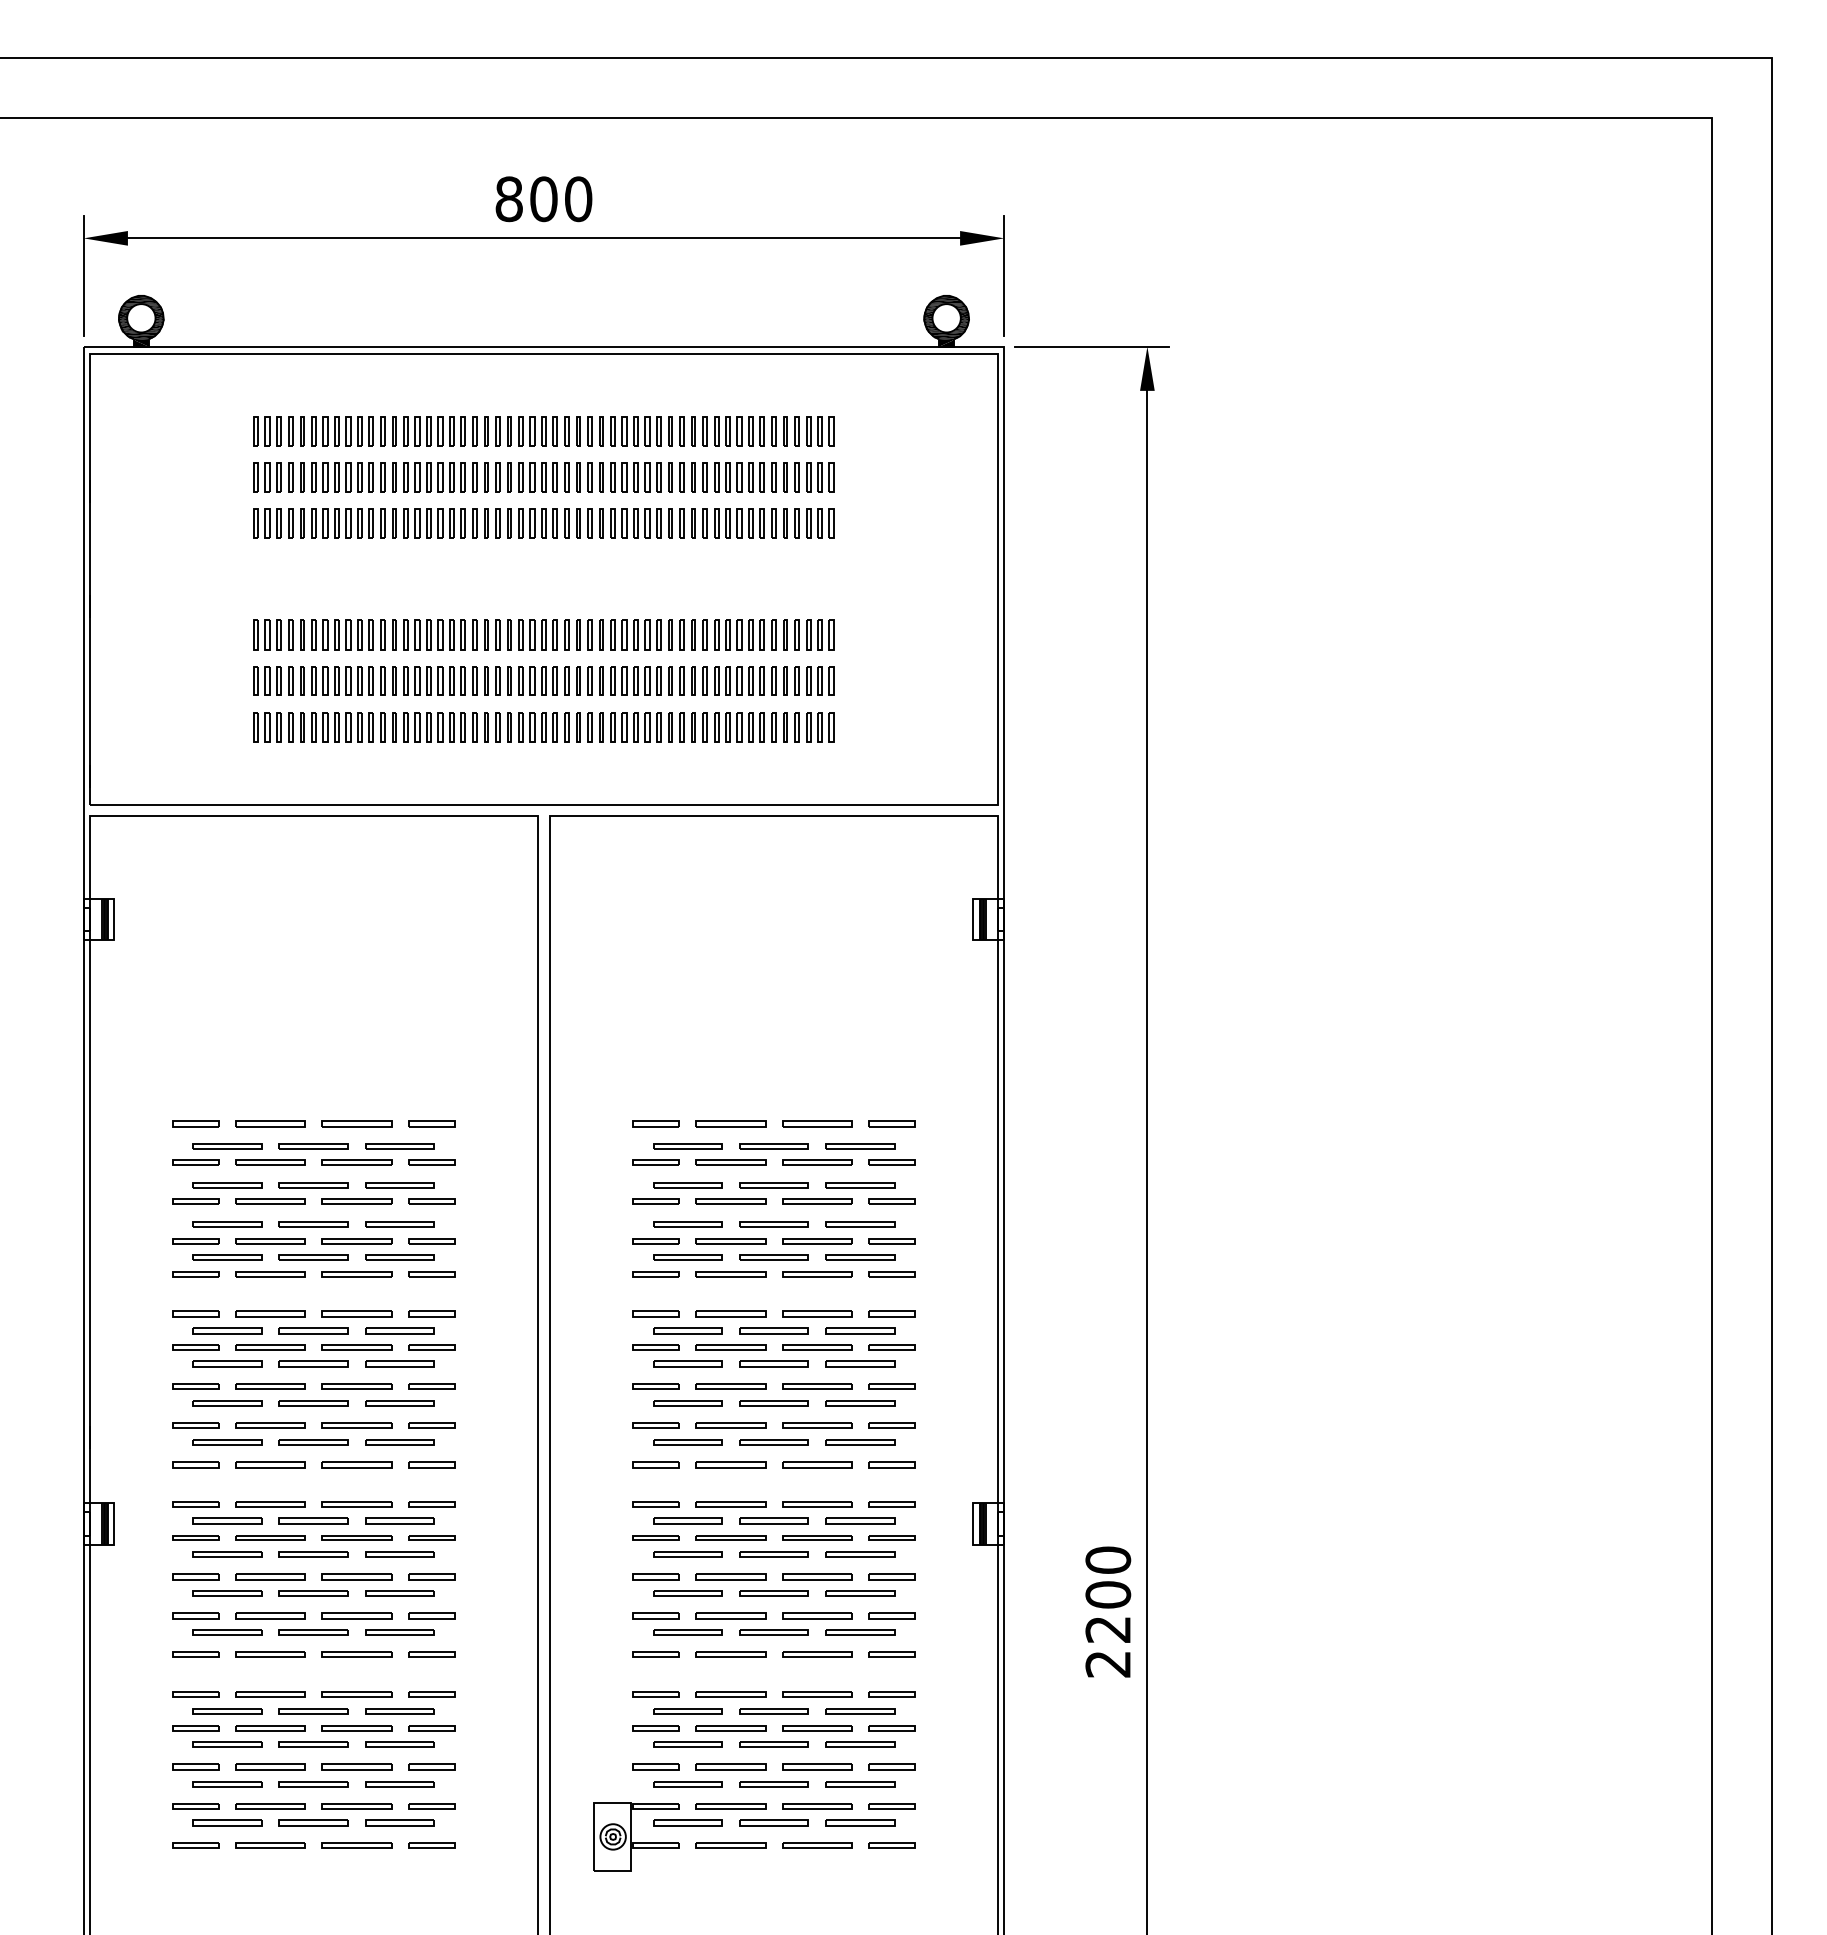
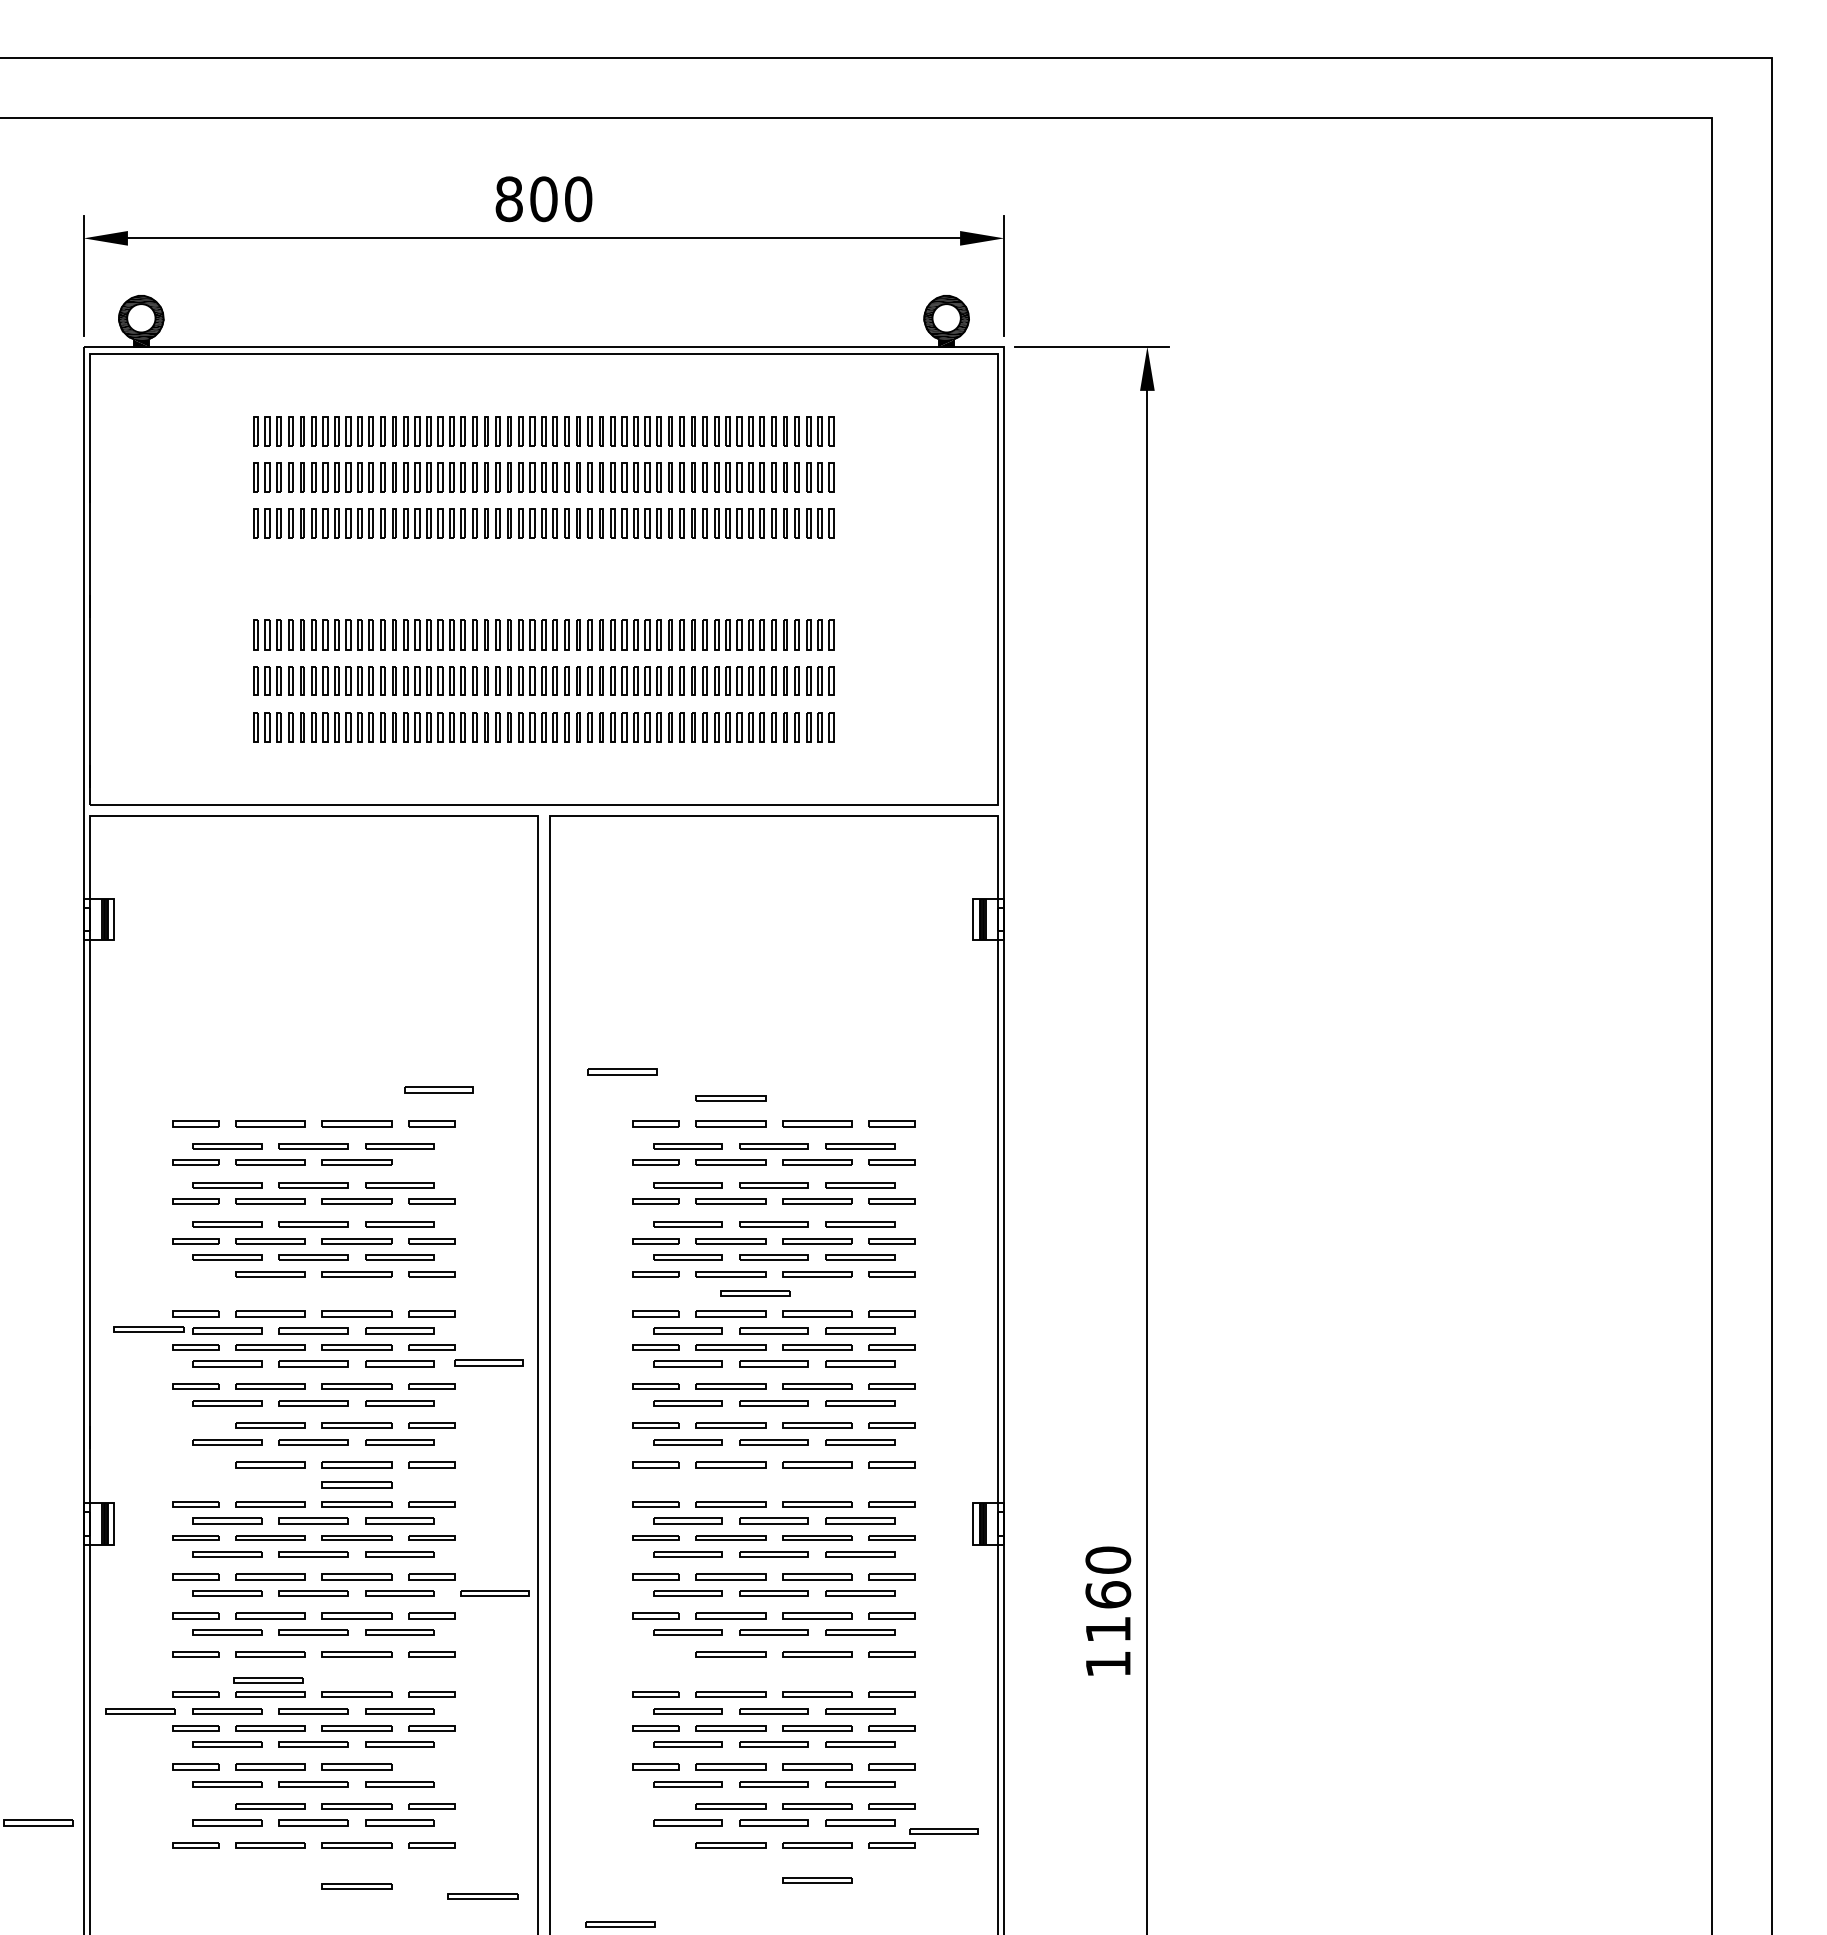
part at (622, 1071): none -> present
part at (438, 1089): none -> present
part at (730, 1098): none -> present
part at (431, 1162): present -> none
part at (195, 1274): present -> none
part at (755, 1293): none -> present
part at (148, 1329): none -> present
part at (488, 1362): none -> present
part at (195, 1425): present -> none
part at (195, 1464): present -> none
part at (356, 1484): none -> present
part at (494, 1593): none -> present
text at (1108, 1629): 2200 -> 1160
part at (655, 1654): present -> none
part at (268, 1680): none -> present
part at (140, 1711): none -> present
part at (431, 1766): present -> none
part at (195, 1806): present -> none
part at (38, 1822): none -> present
part at (943, 1831): none -> present
part at (636, 1836): present -> none
part at (817, 1880): none -> present
part at (356, 1886): none -> present
part at (482, 1896): none -> present
part at (620, 1924): none -> present
